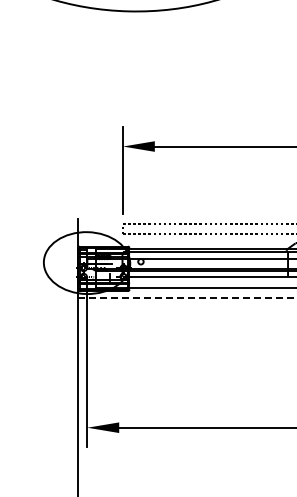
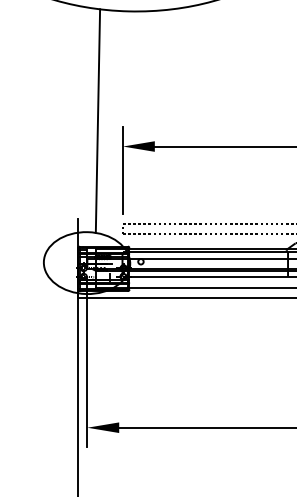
line at (97, 120): none -> present
line at (187, 297): dashed -> solid
